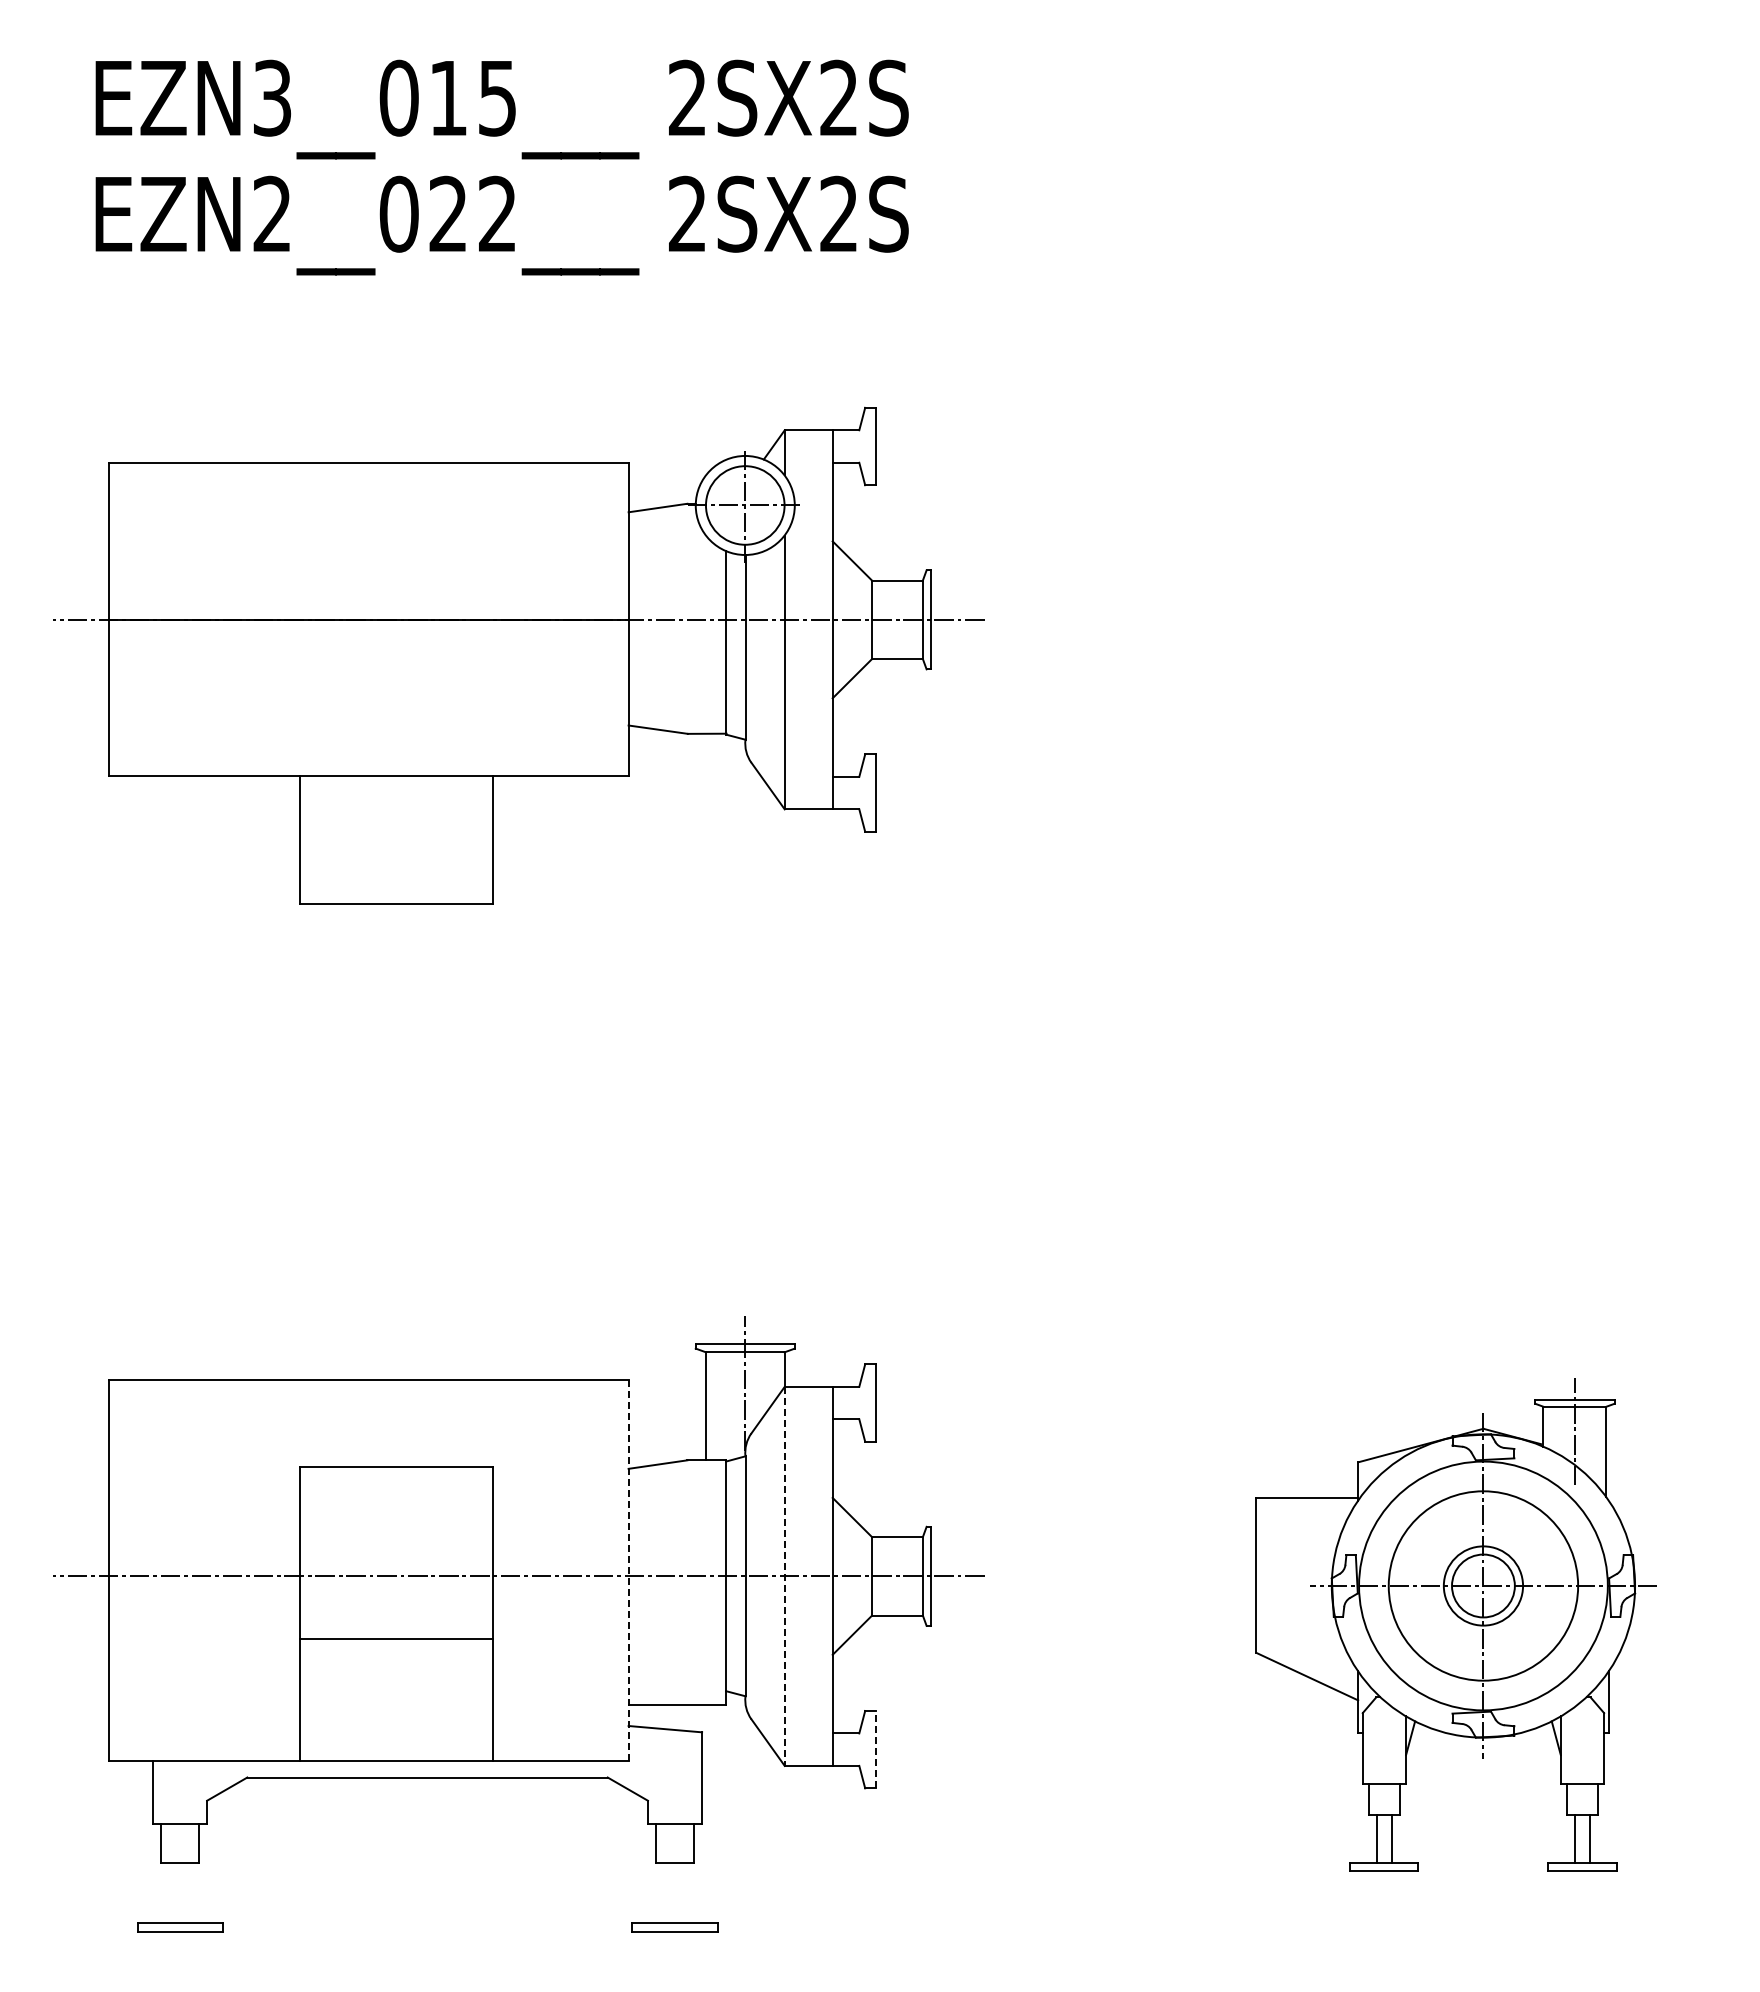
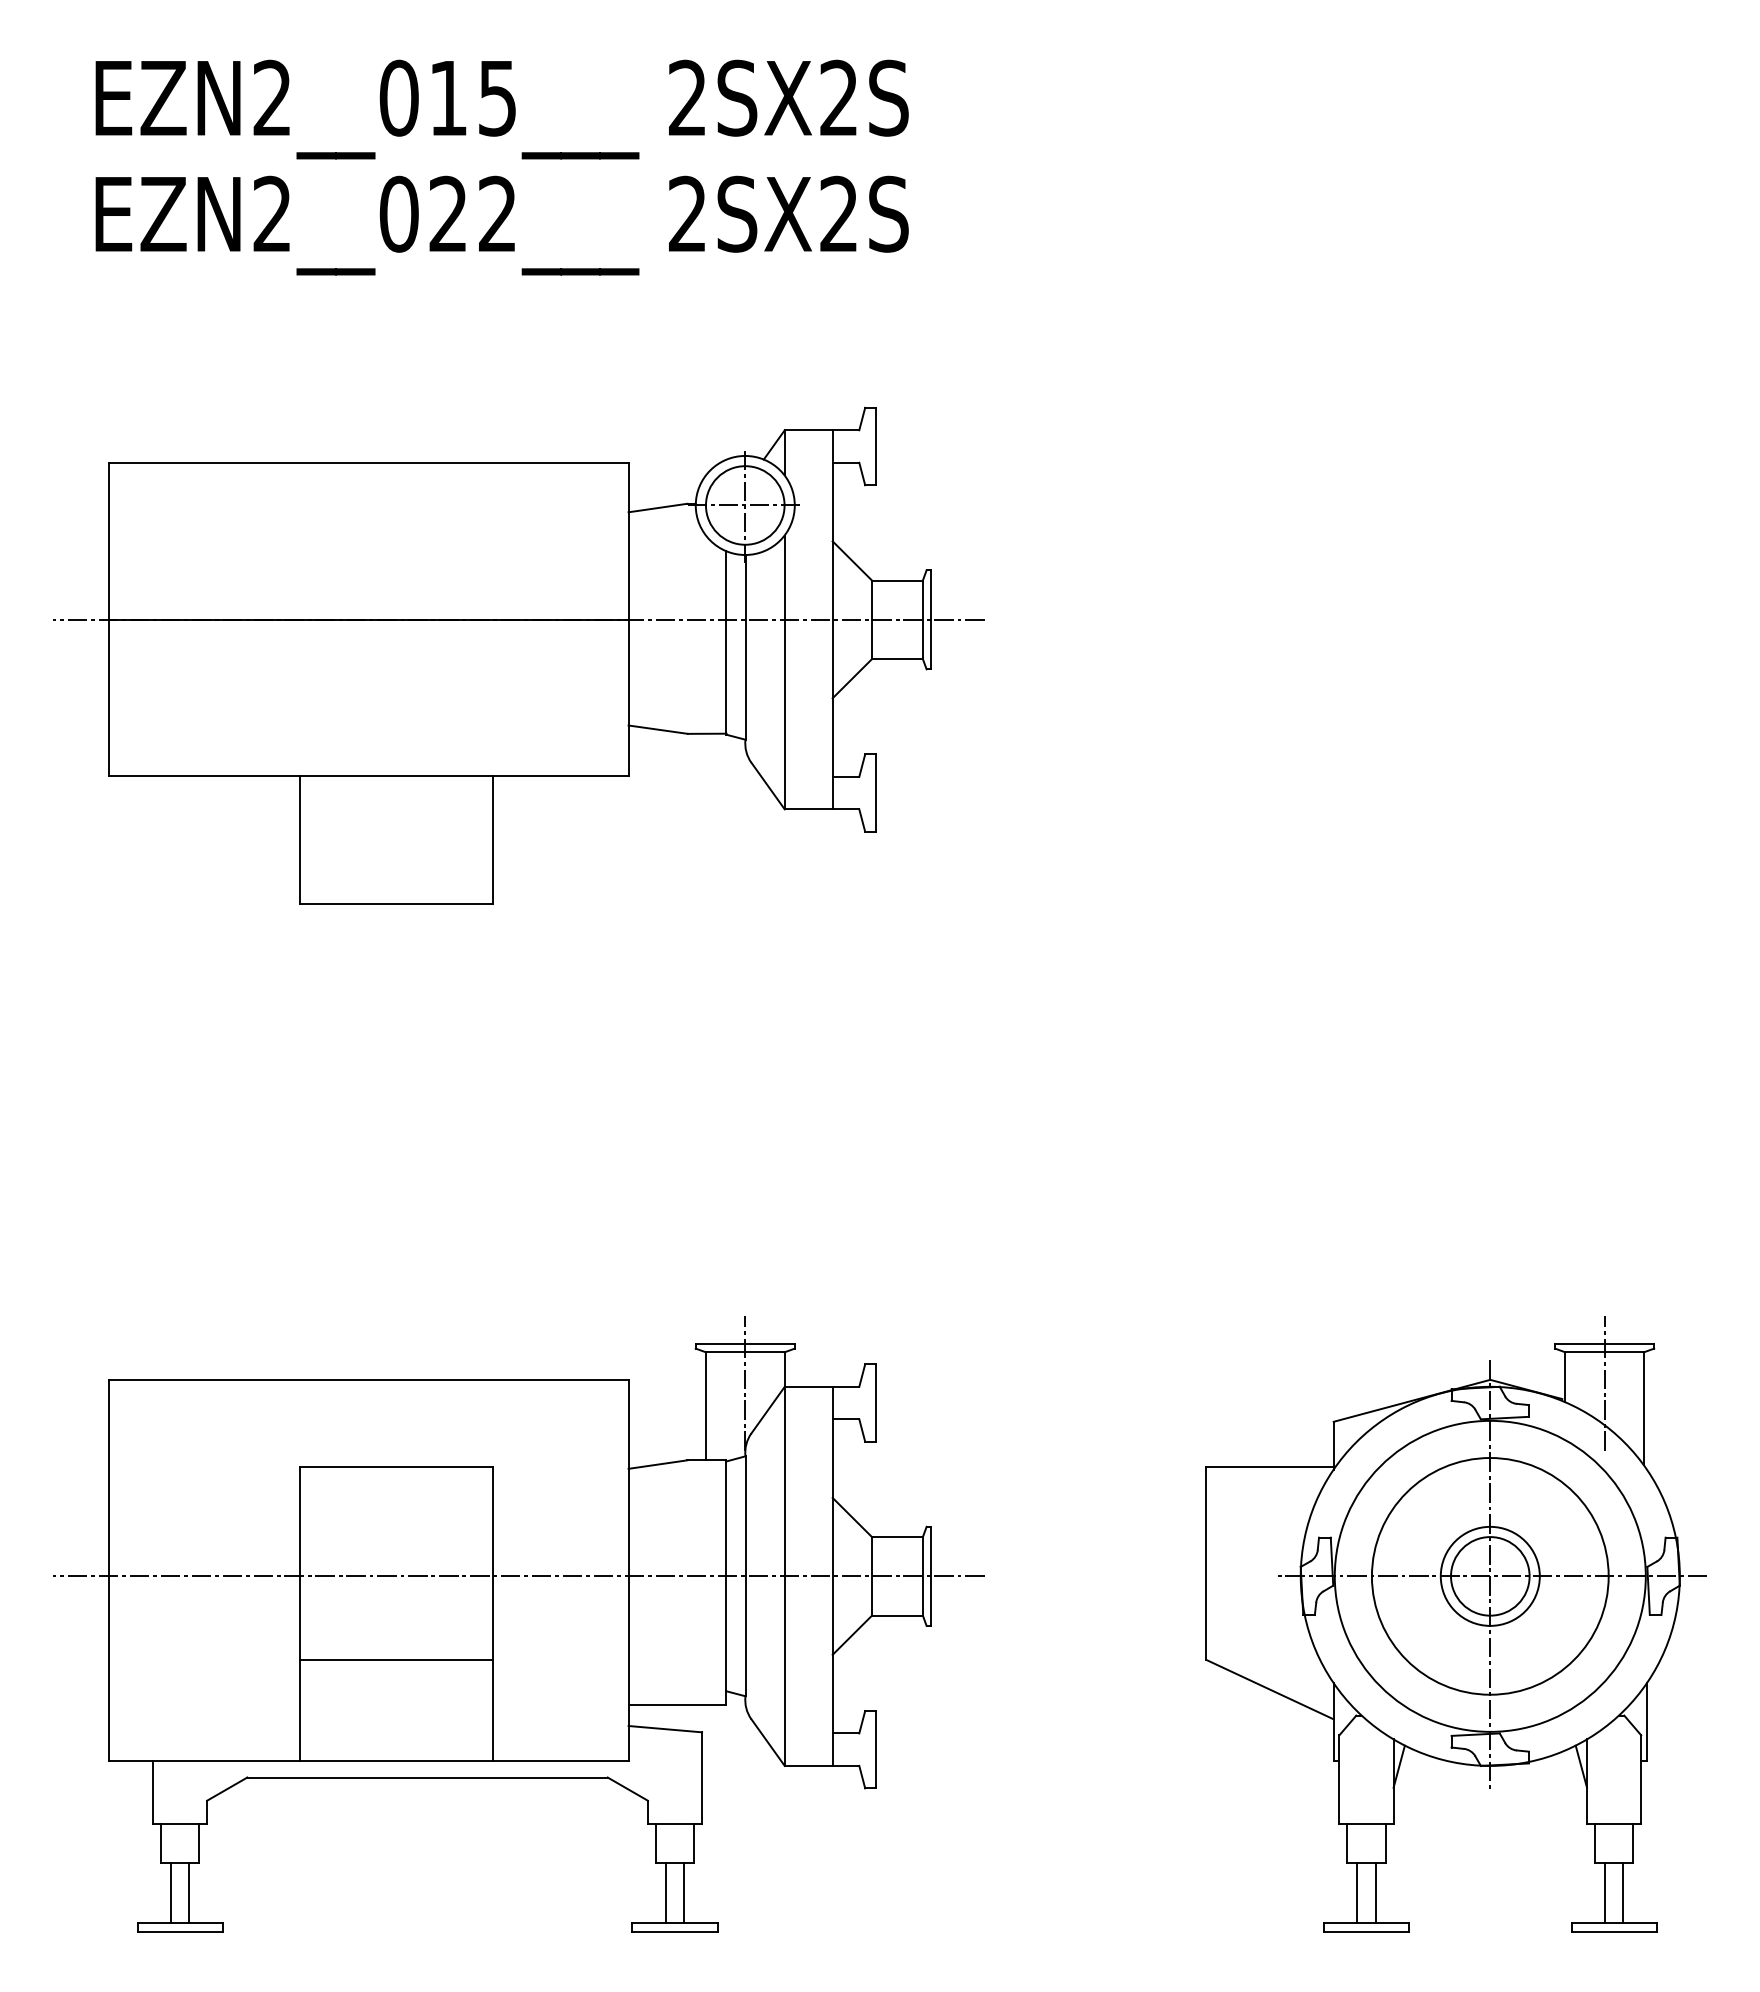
text at (272, 98): EZN3__015___ -> EZN2__015___
line at (628, 1570): dashed -> solid
line at (784, 1576): dashed -> solid
part at (1455, 1624) size: 402x494 px -> 502x617 px
line at (396, 1638) position: (396, 1638) -> (396, 1659)
line at (876, 1749): dashed -> solid
line at (170, 1892): none -> present
line at (189, 1892): none -> present
line at (665, 1892): none -> present
line at (684, 1892): none -> present
